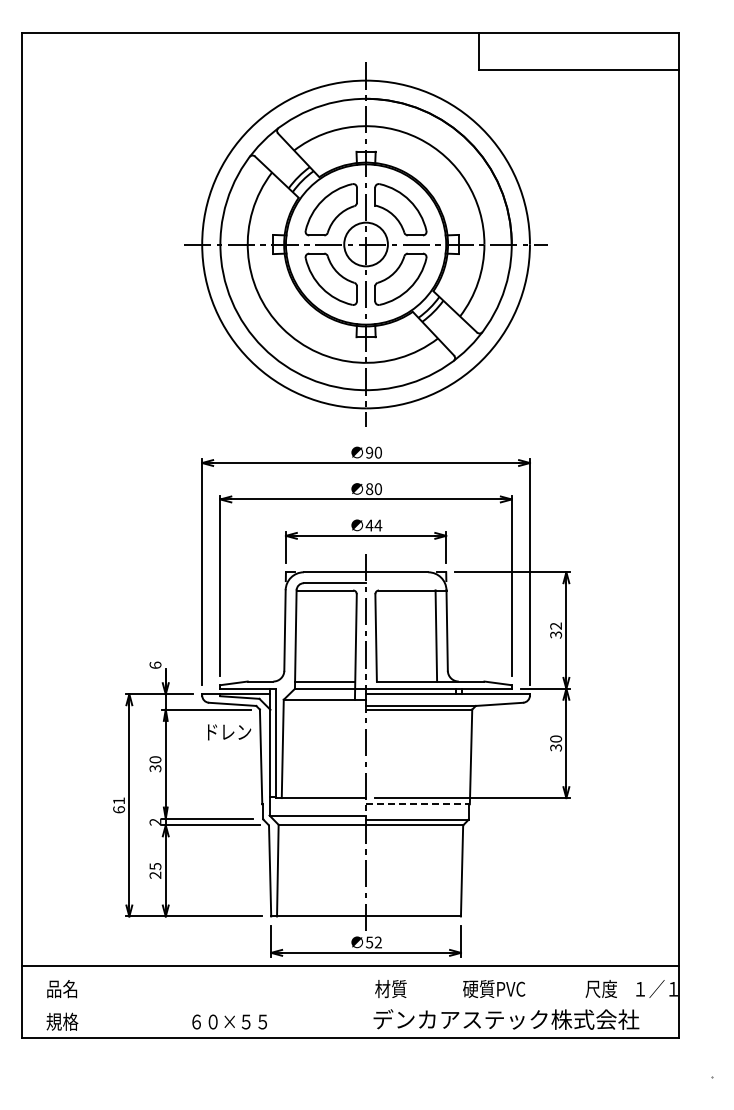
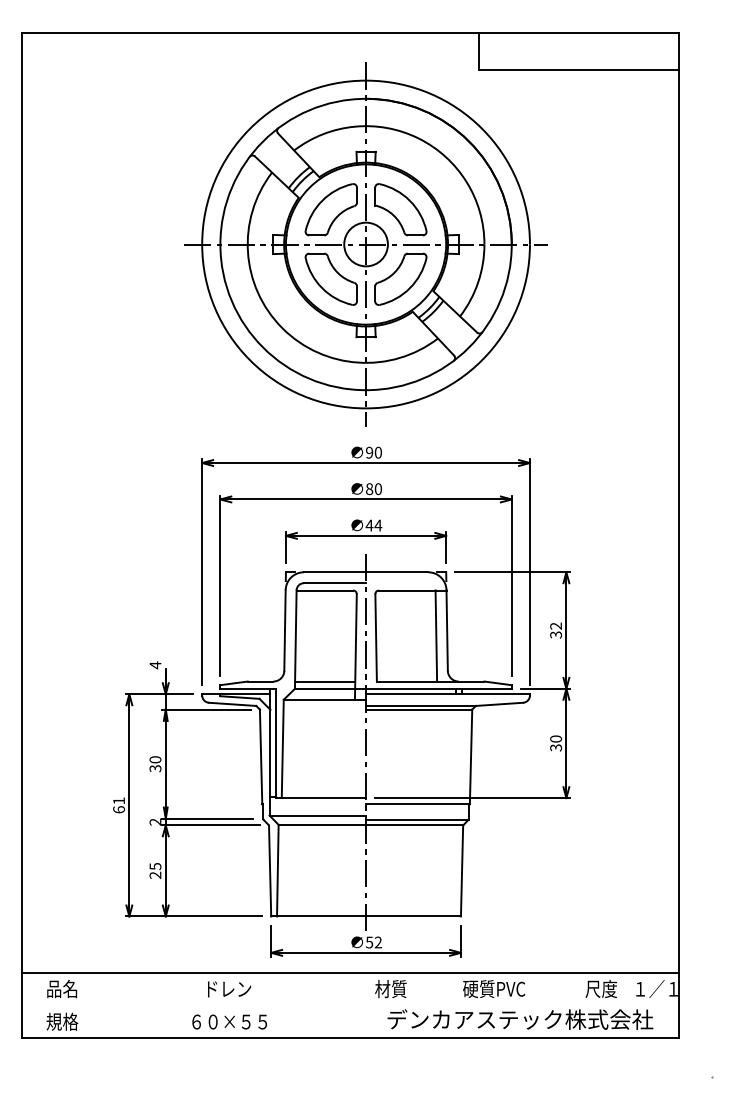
text at (155, 665): 6 -> 4
text at (229, 732) position: (229, 732) -> (229, 989)
line at (417, 804): dashed -> solid
line at (350, 965) position: (350, 965) -> (350, 972)
text at (506, 1019) position: (506, 1019) -> (520, 1019)
